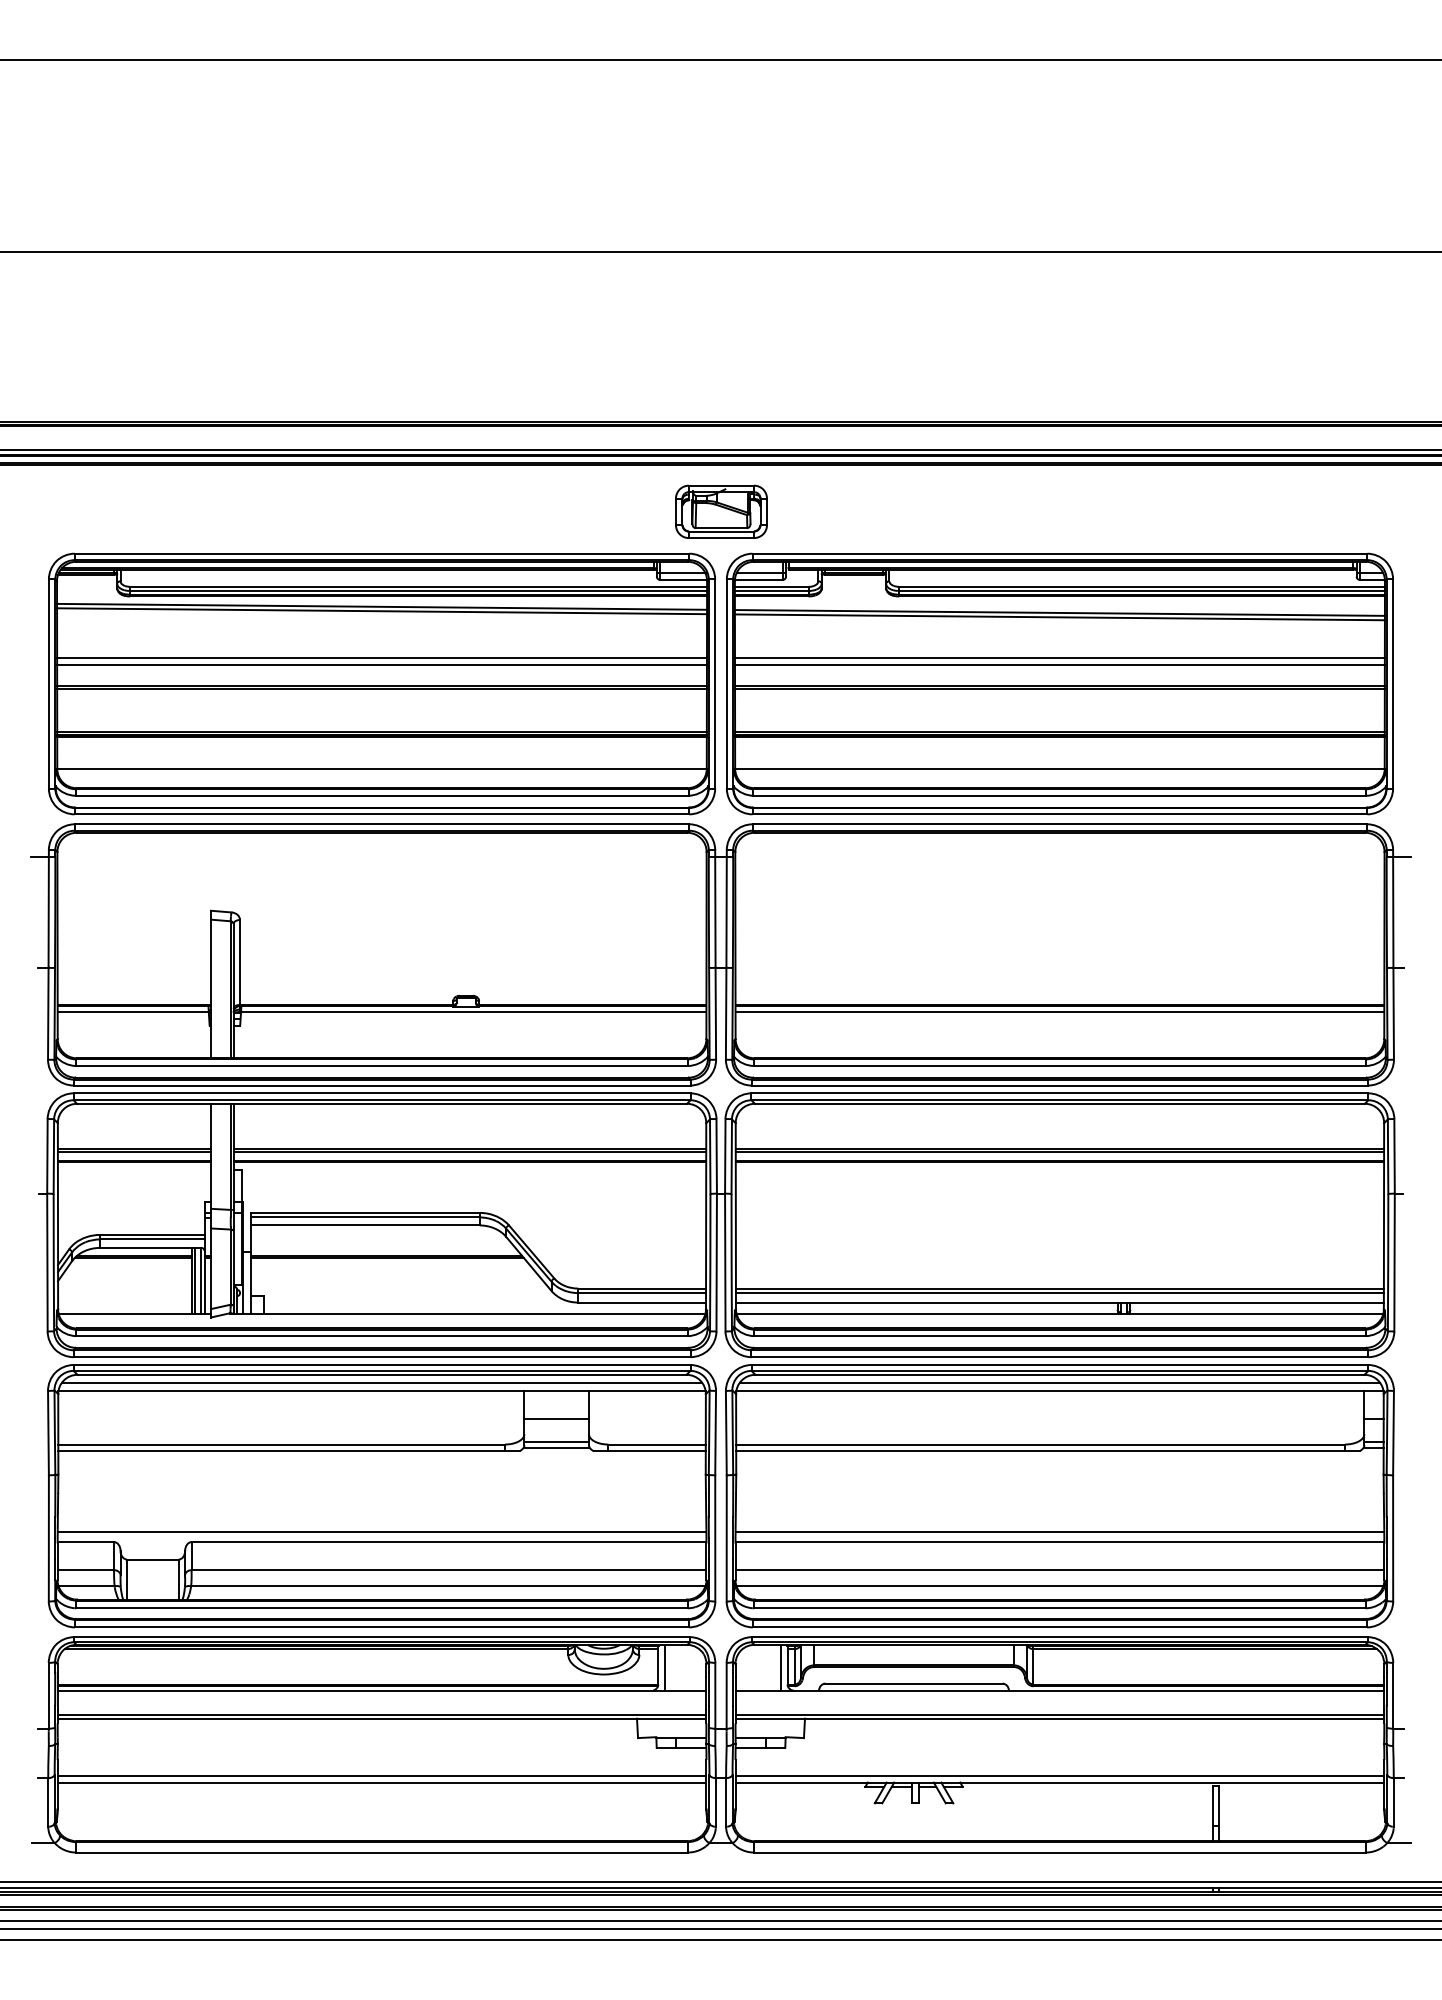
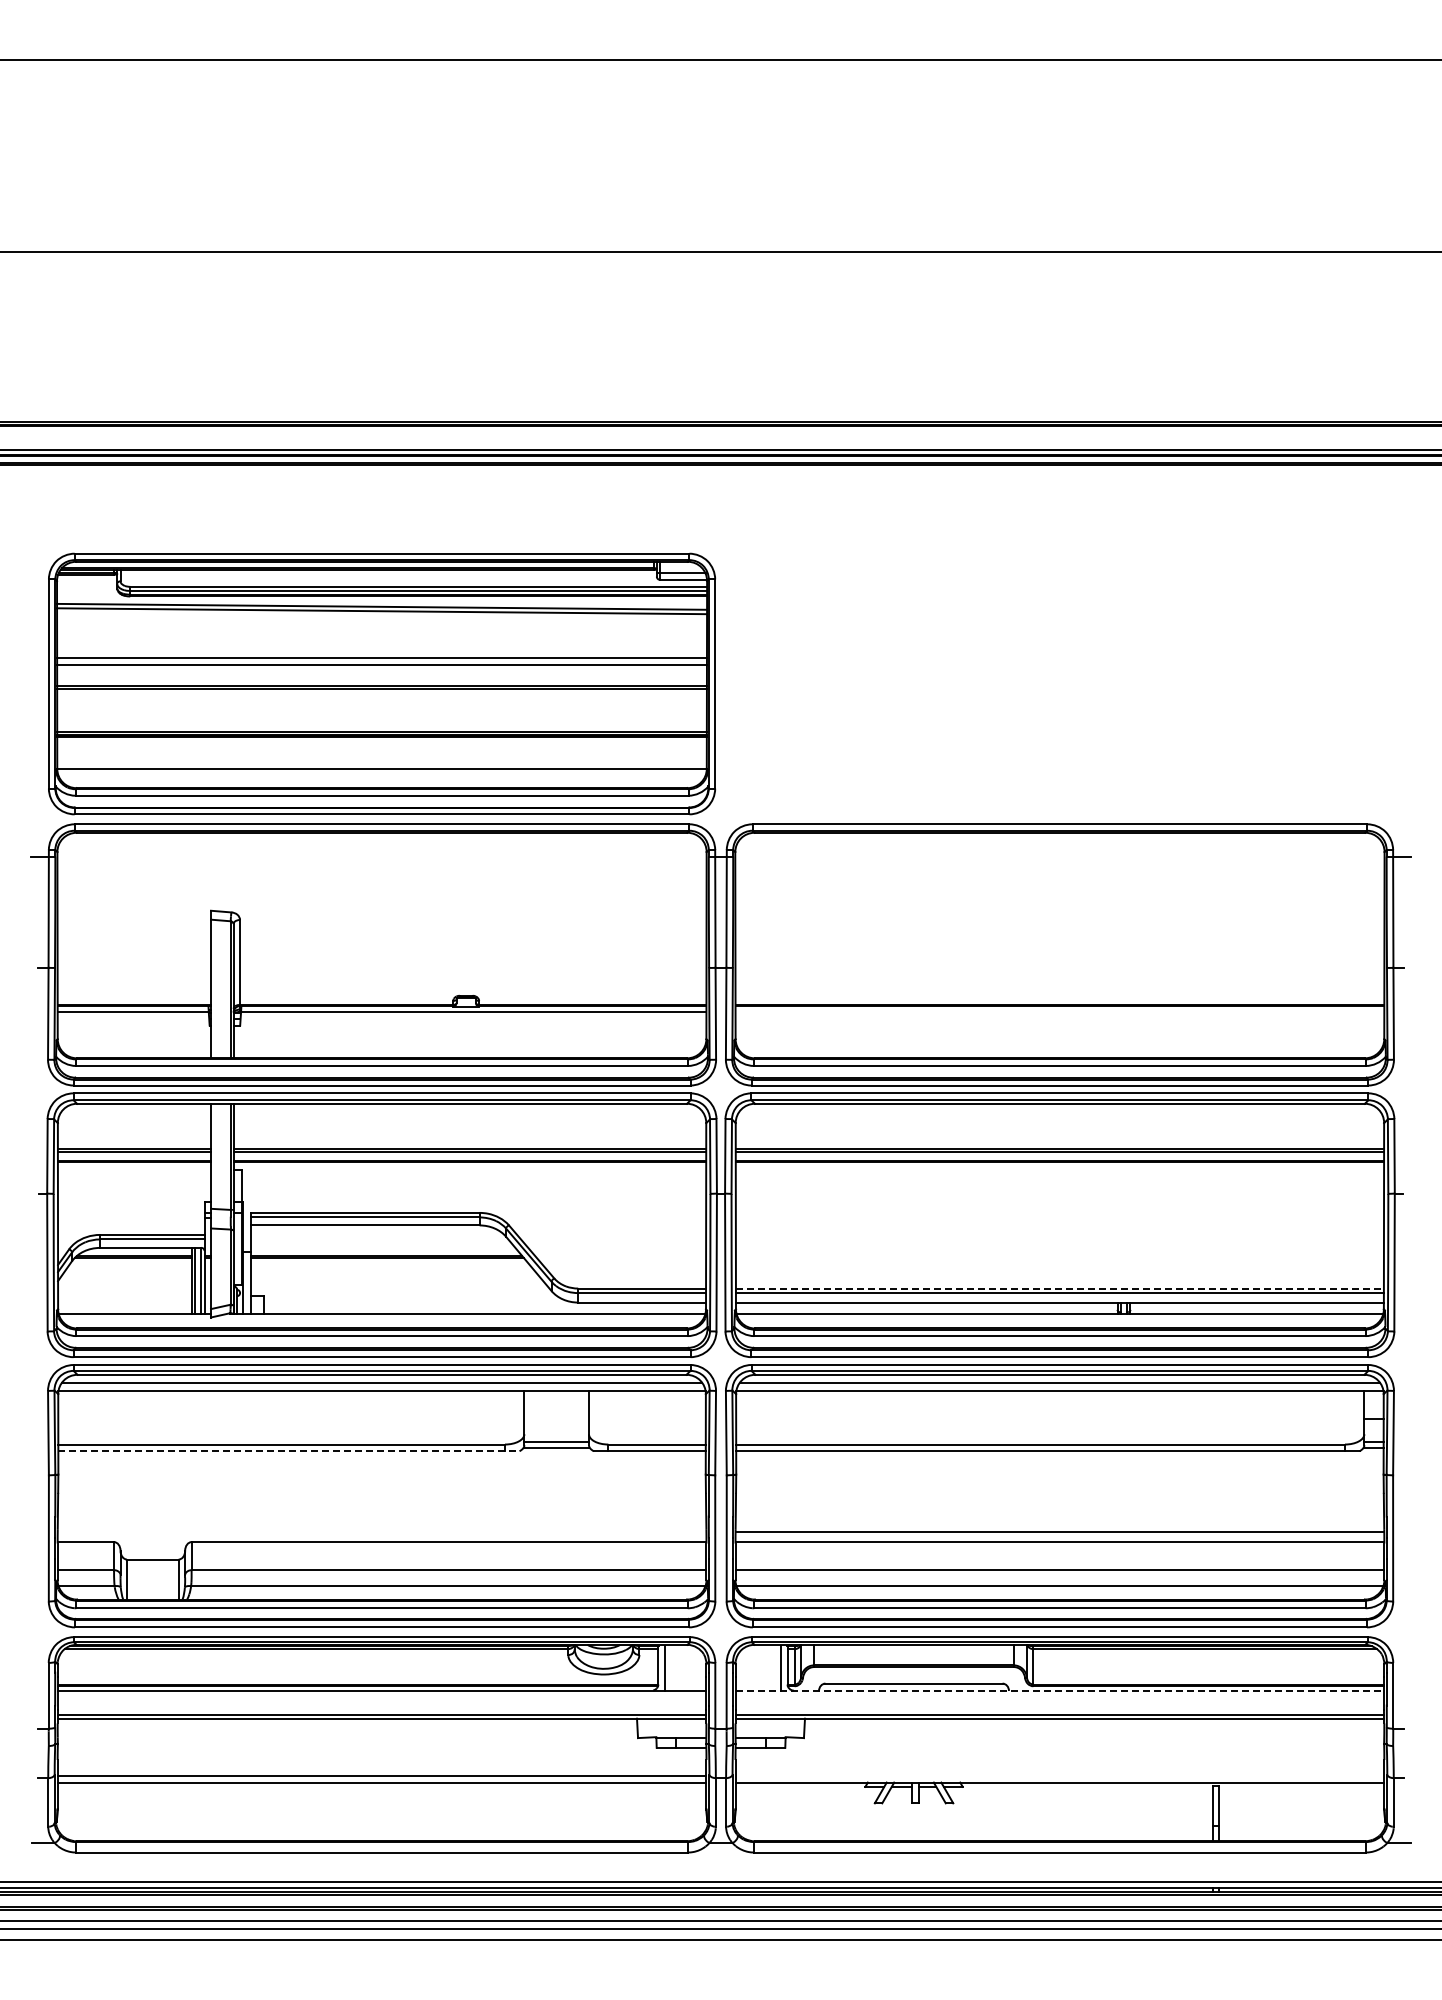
part at (721, 511): present -> none
part at (1059, 683): present -> none
line at (1059, 1011): present -> none
line at (1059, 1288): solid -> dashed
line at (556, 1419): present -> none
line at (288, 1451): solid -> dashed
line at (381, 1531): present -> none
line at (1060, 1690): solid -> dashed
line at (1059, 1776): present -> none
